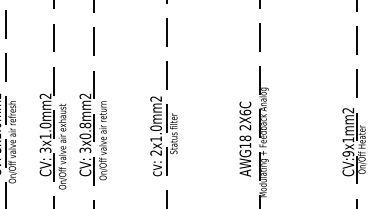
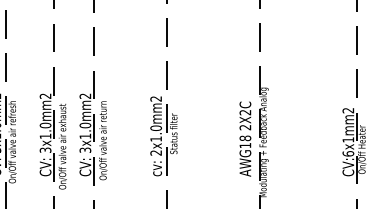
text at (245, 112): 2X6C -> 2X2C
text at (85, 130): 3x0.8mm2 -> 3x1.0mm2
text at (348, 153): CV:9x1mm2 -> CV:6x1mm2
